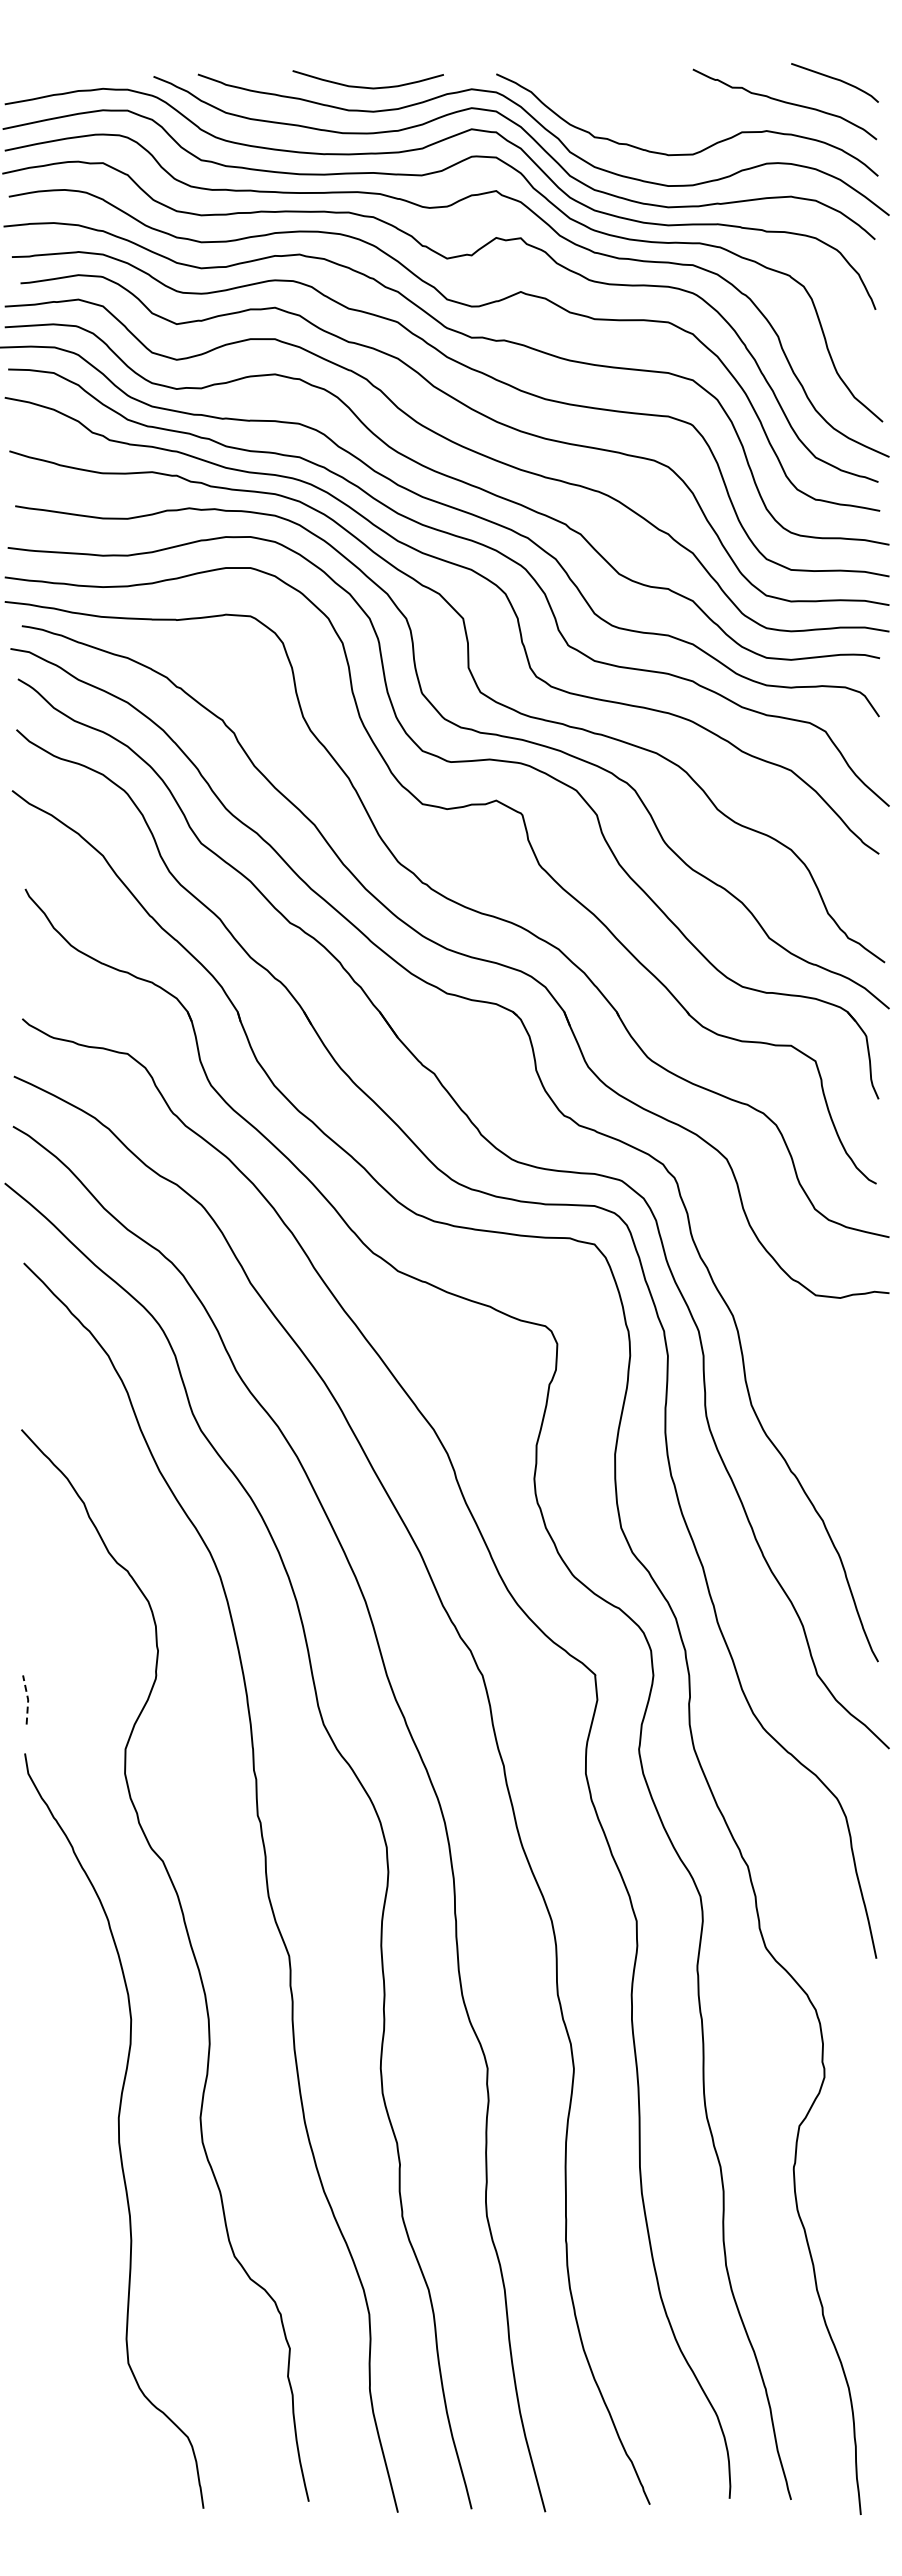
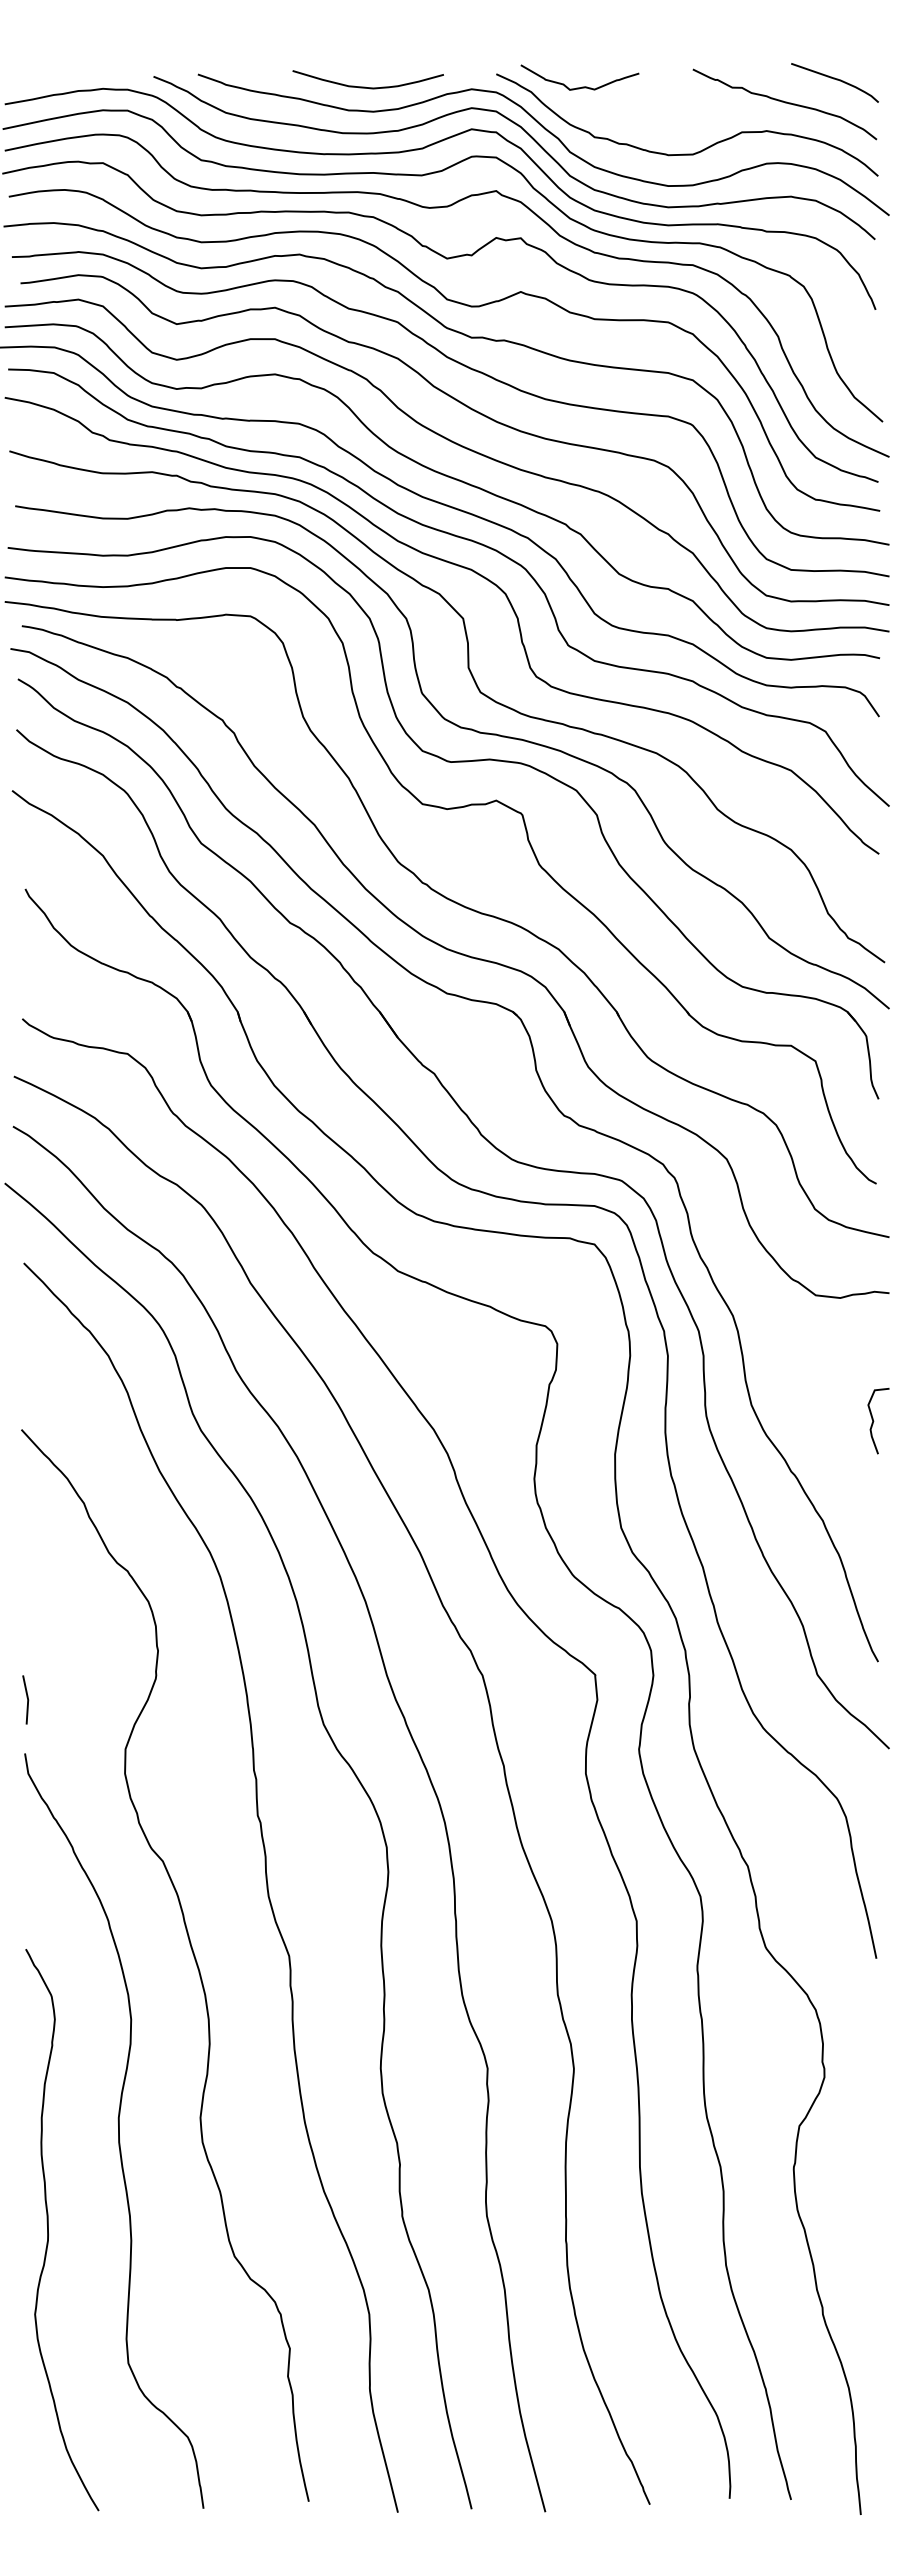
curve at (582, 86): none -> present
curve at (874, 1421): none -> present
line at (28, 1699): dashed -> solid
curve at (48, 2230): none -> present
